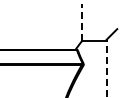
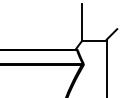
line at (81, 22): dashed -> solid
line at (106, 68): dashed -> solid
